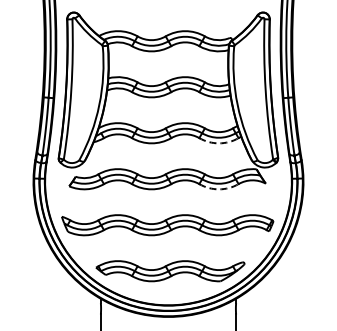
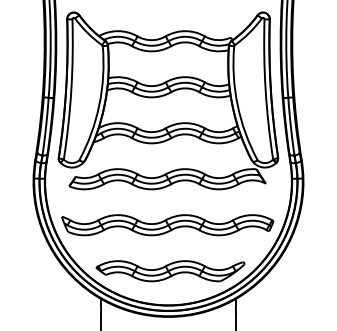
arc at (218, 143): dashed -> solid
arc at (218, 189): dashed -> solid
